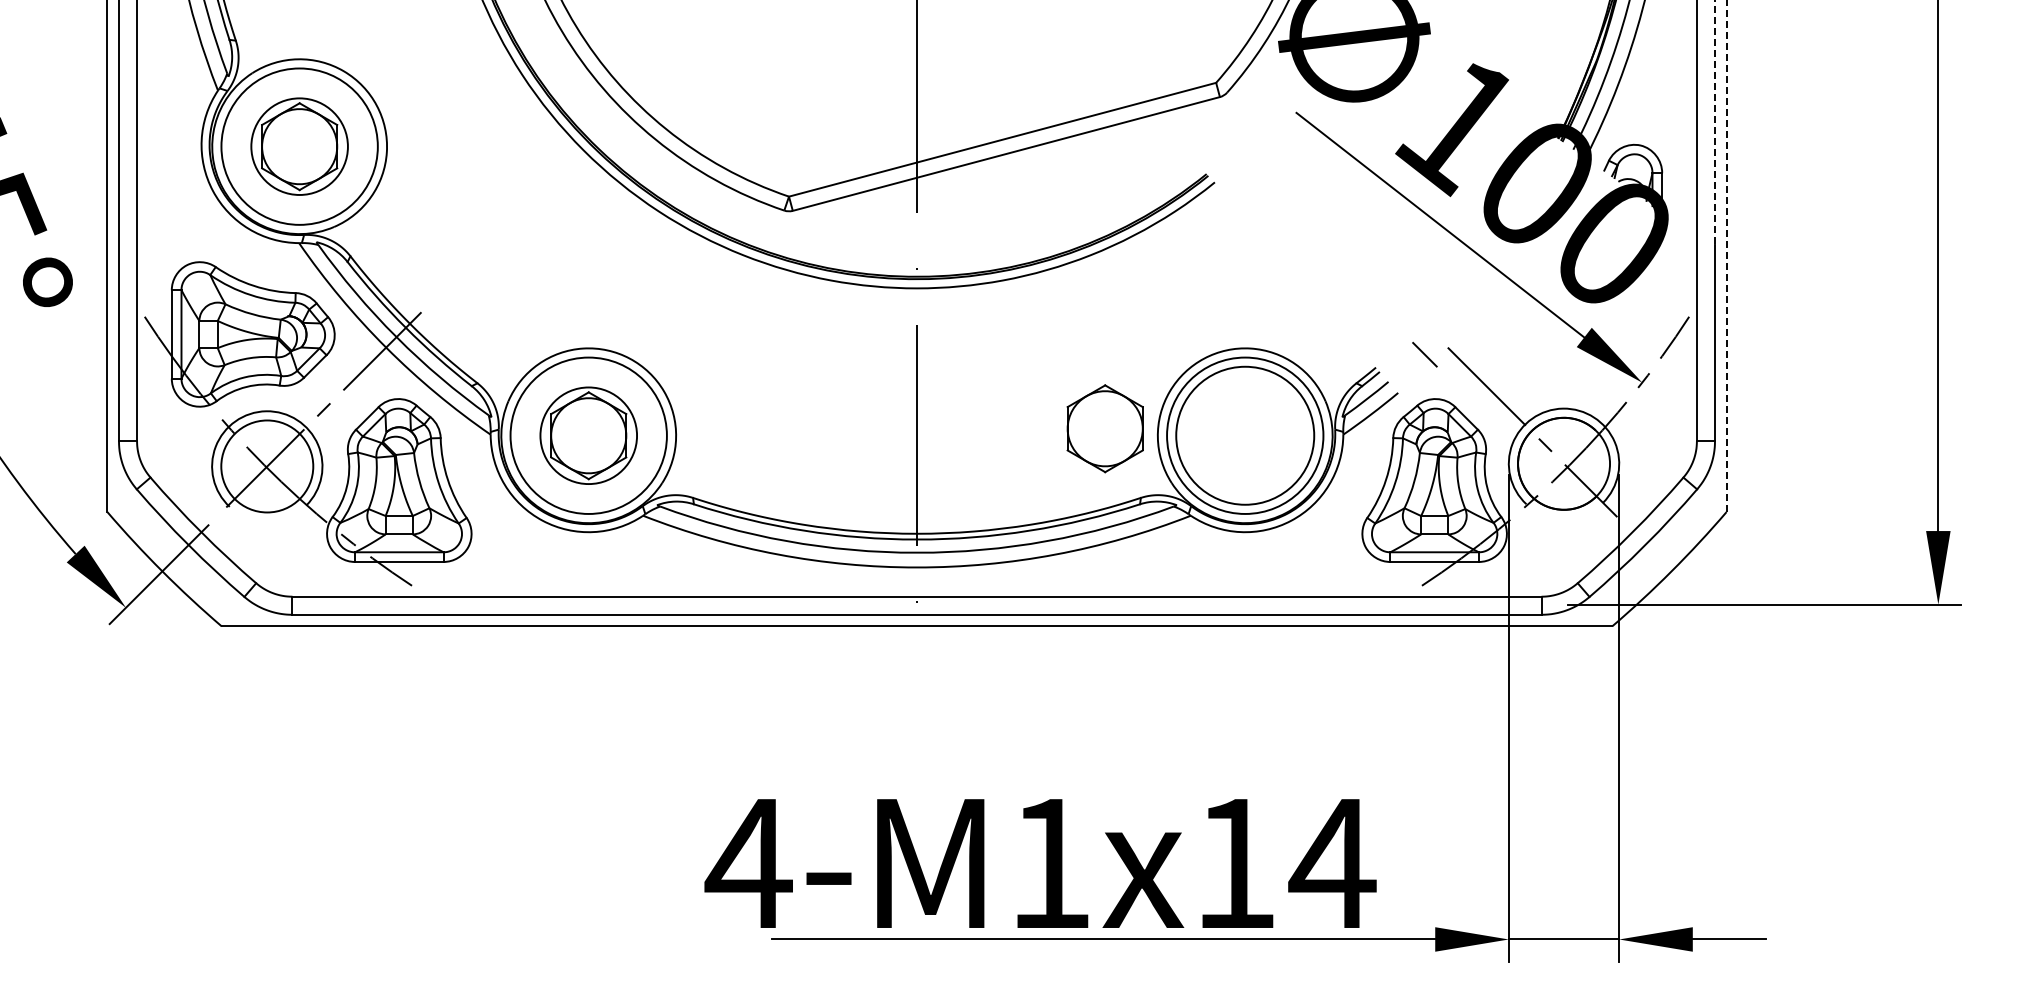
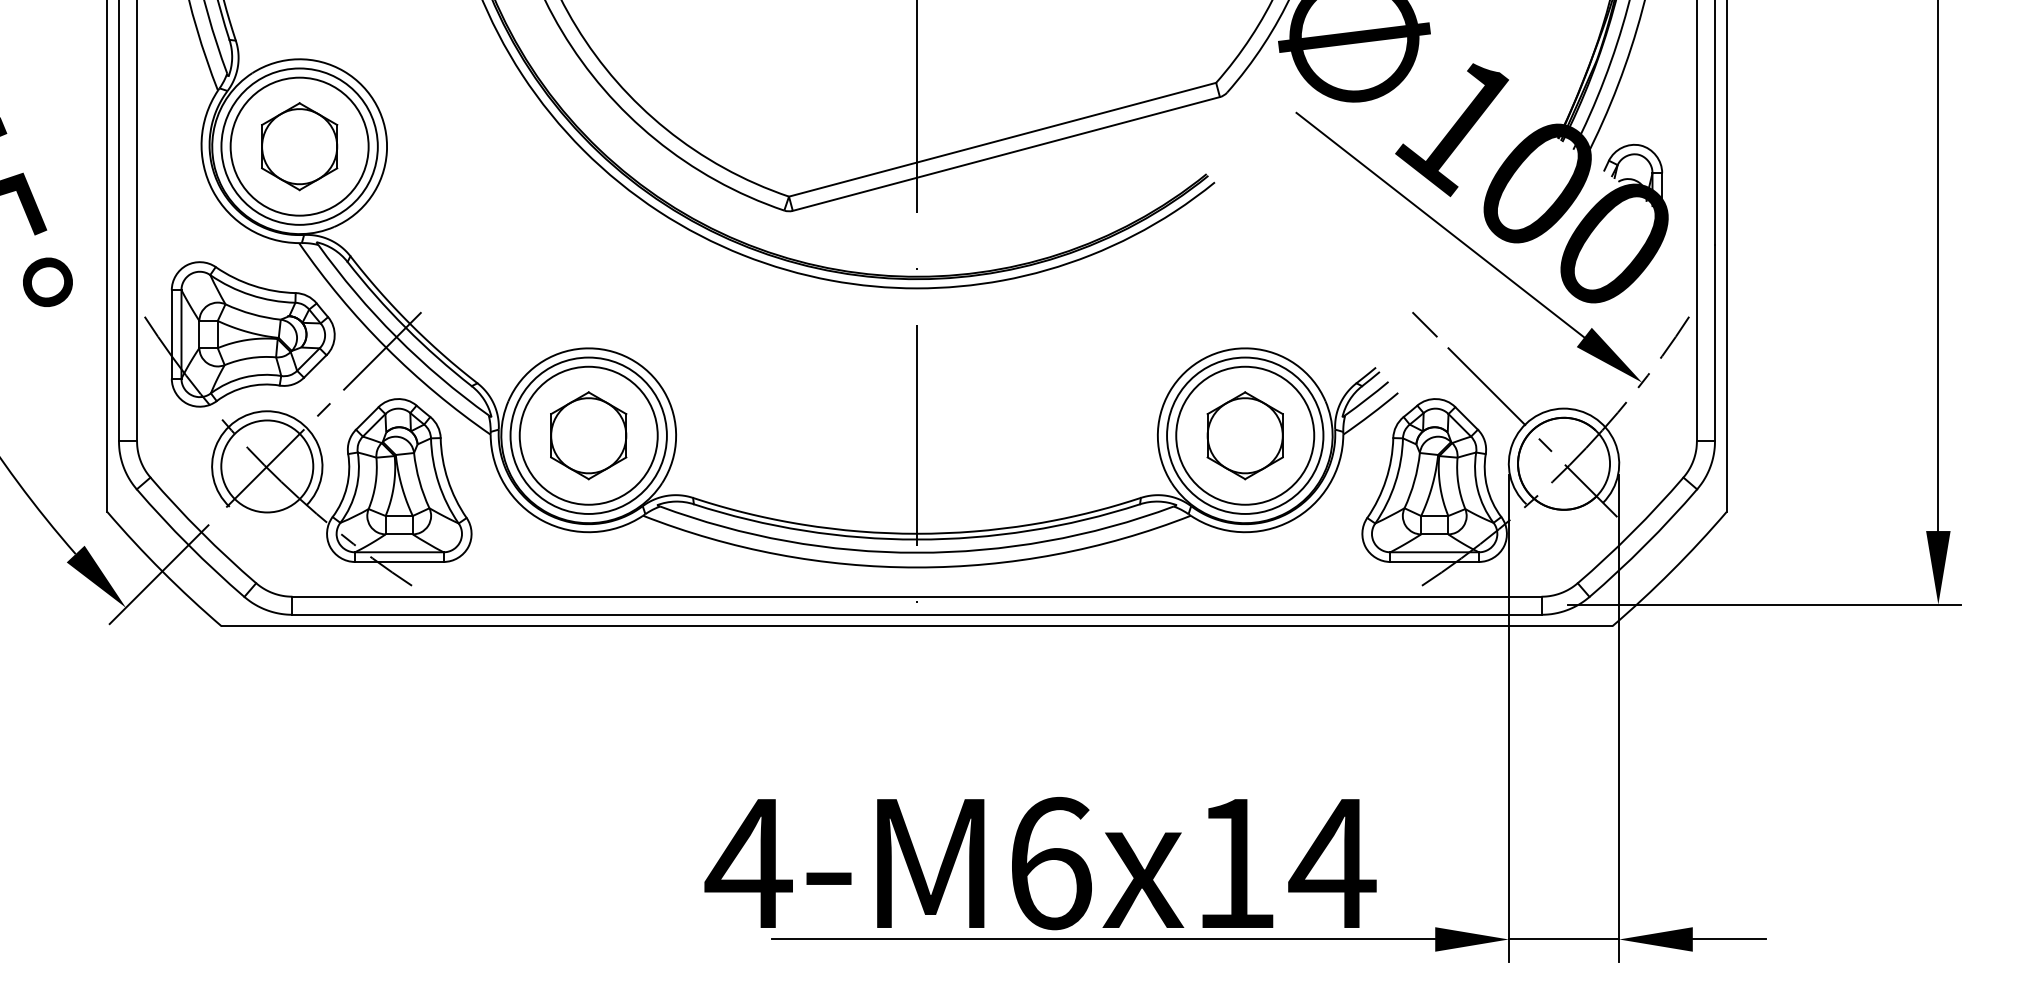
line at (1715, 123): dashed -> solid
circle at (299, 146) diameter: 97 px -> 138 px
line at (1726, 256): dashed -> solid
line at (1424, 354) position: (1424, 354) -> (1424, 324)
part at (1104, 428) position: (1104, 428) -> (1244, 435)
circle at (588, 435) diameter: 97 px -> 138 px
text at (1051, 863): 4-M1x14 -> 4-M6x14
